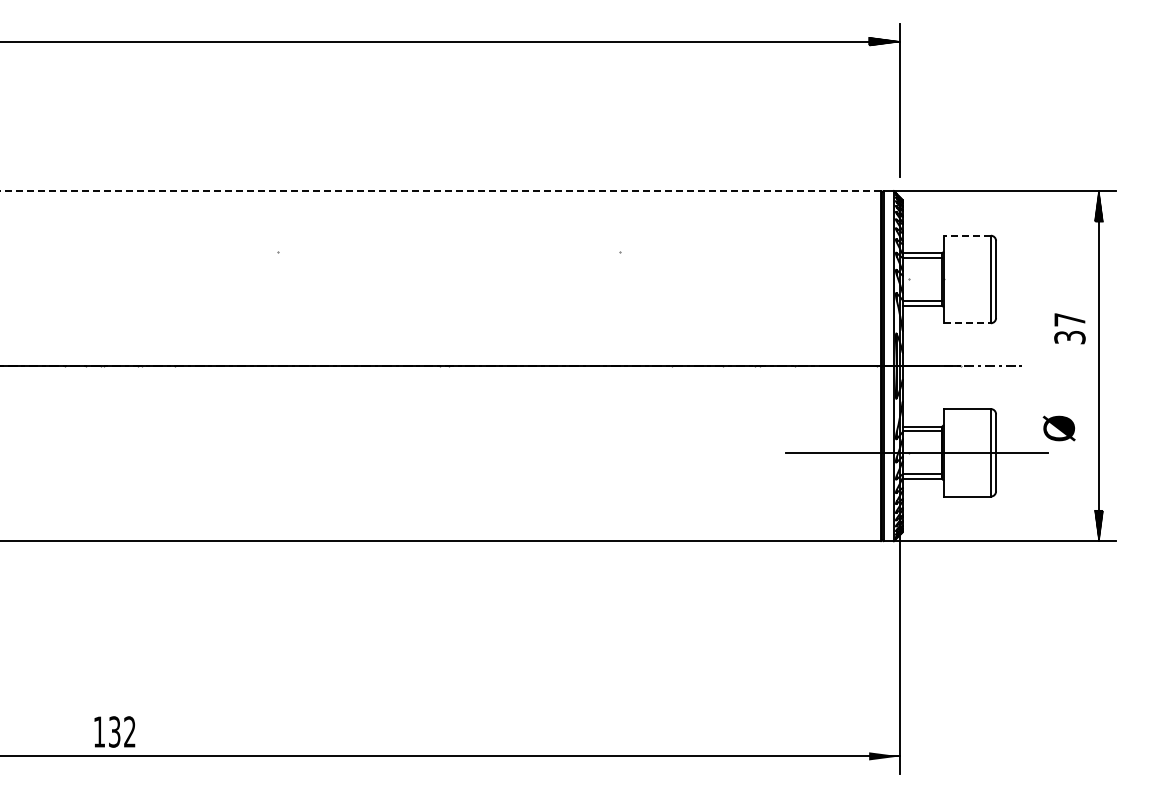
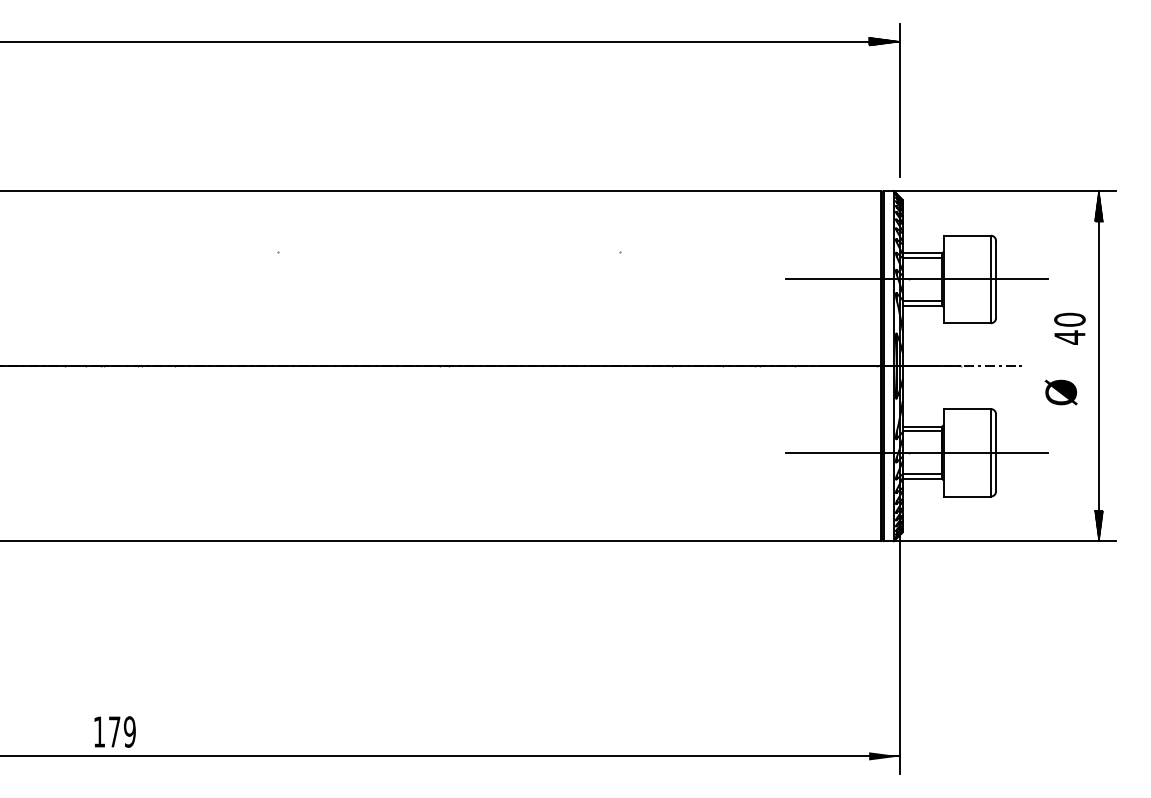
line at (440, 191): dashed -> solid
line at (967, 235): dashed -> solid
line at (916, 279): none -> present
line at (967, 323): dashed -> solid
text at (1069, 328): 37 -> 40
text at (1058, 428) position: (1058, 428) -> (1060, 392)
text at (122, 731): 132 -> 179
